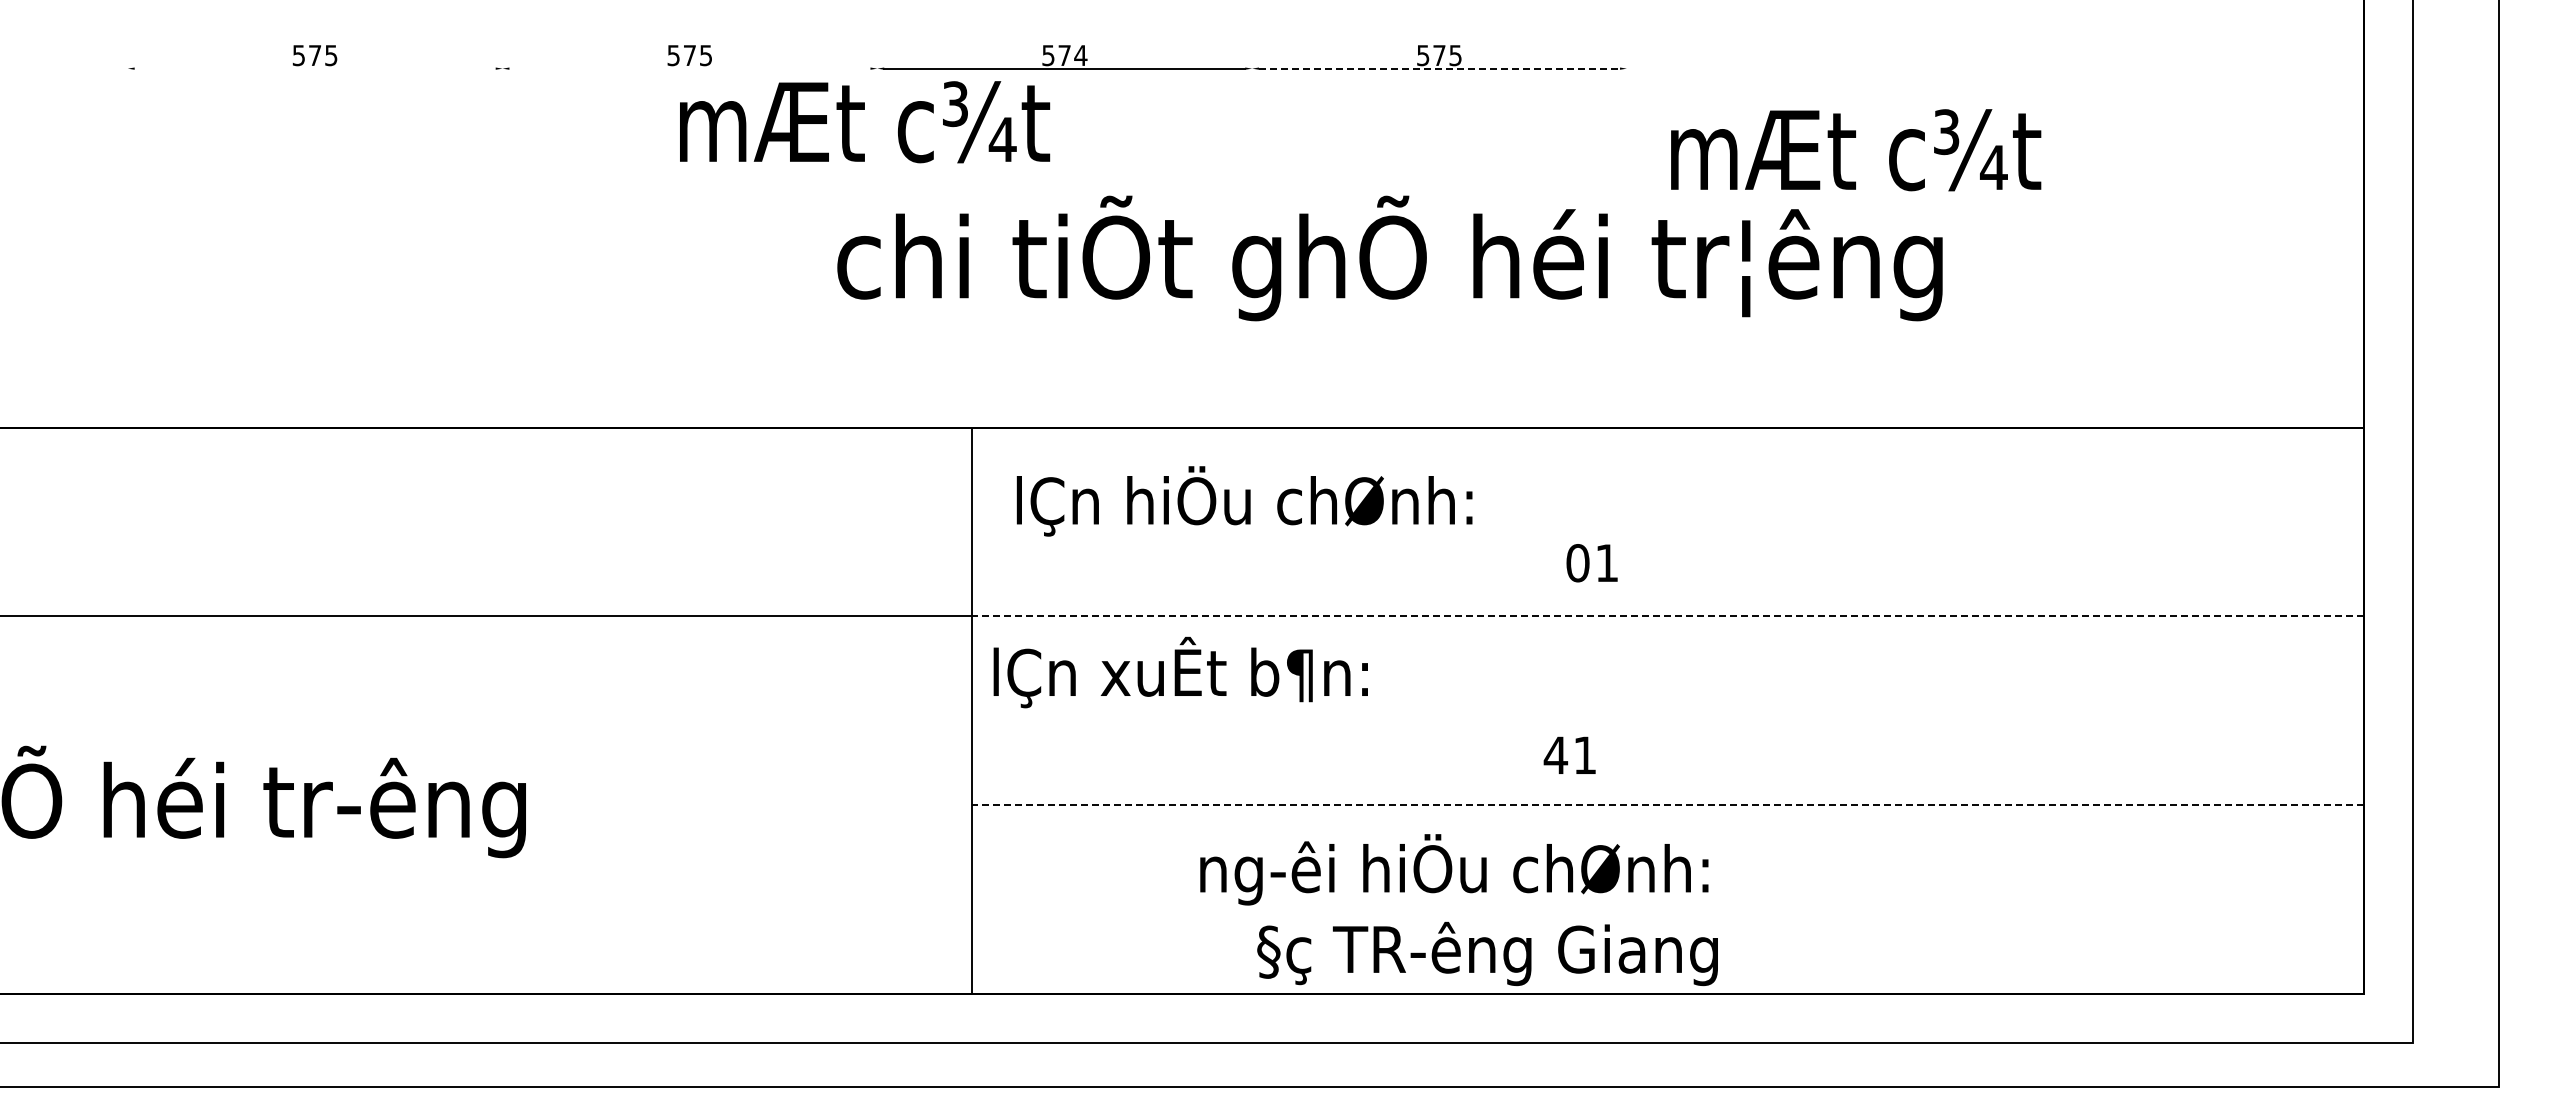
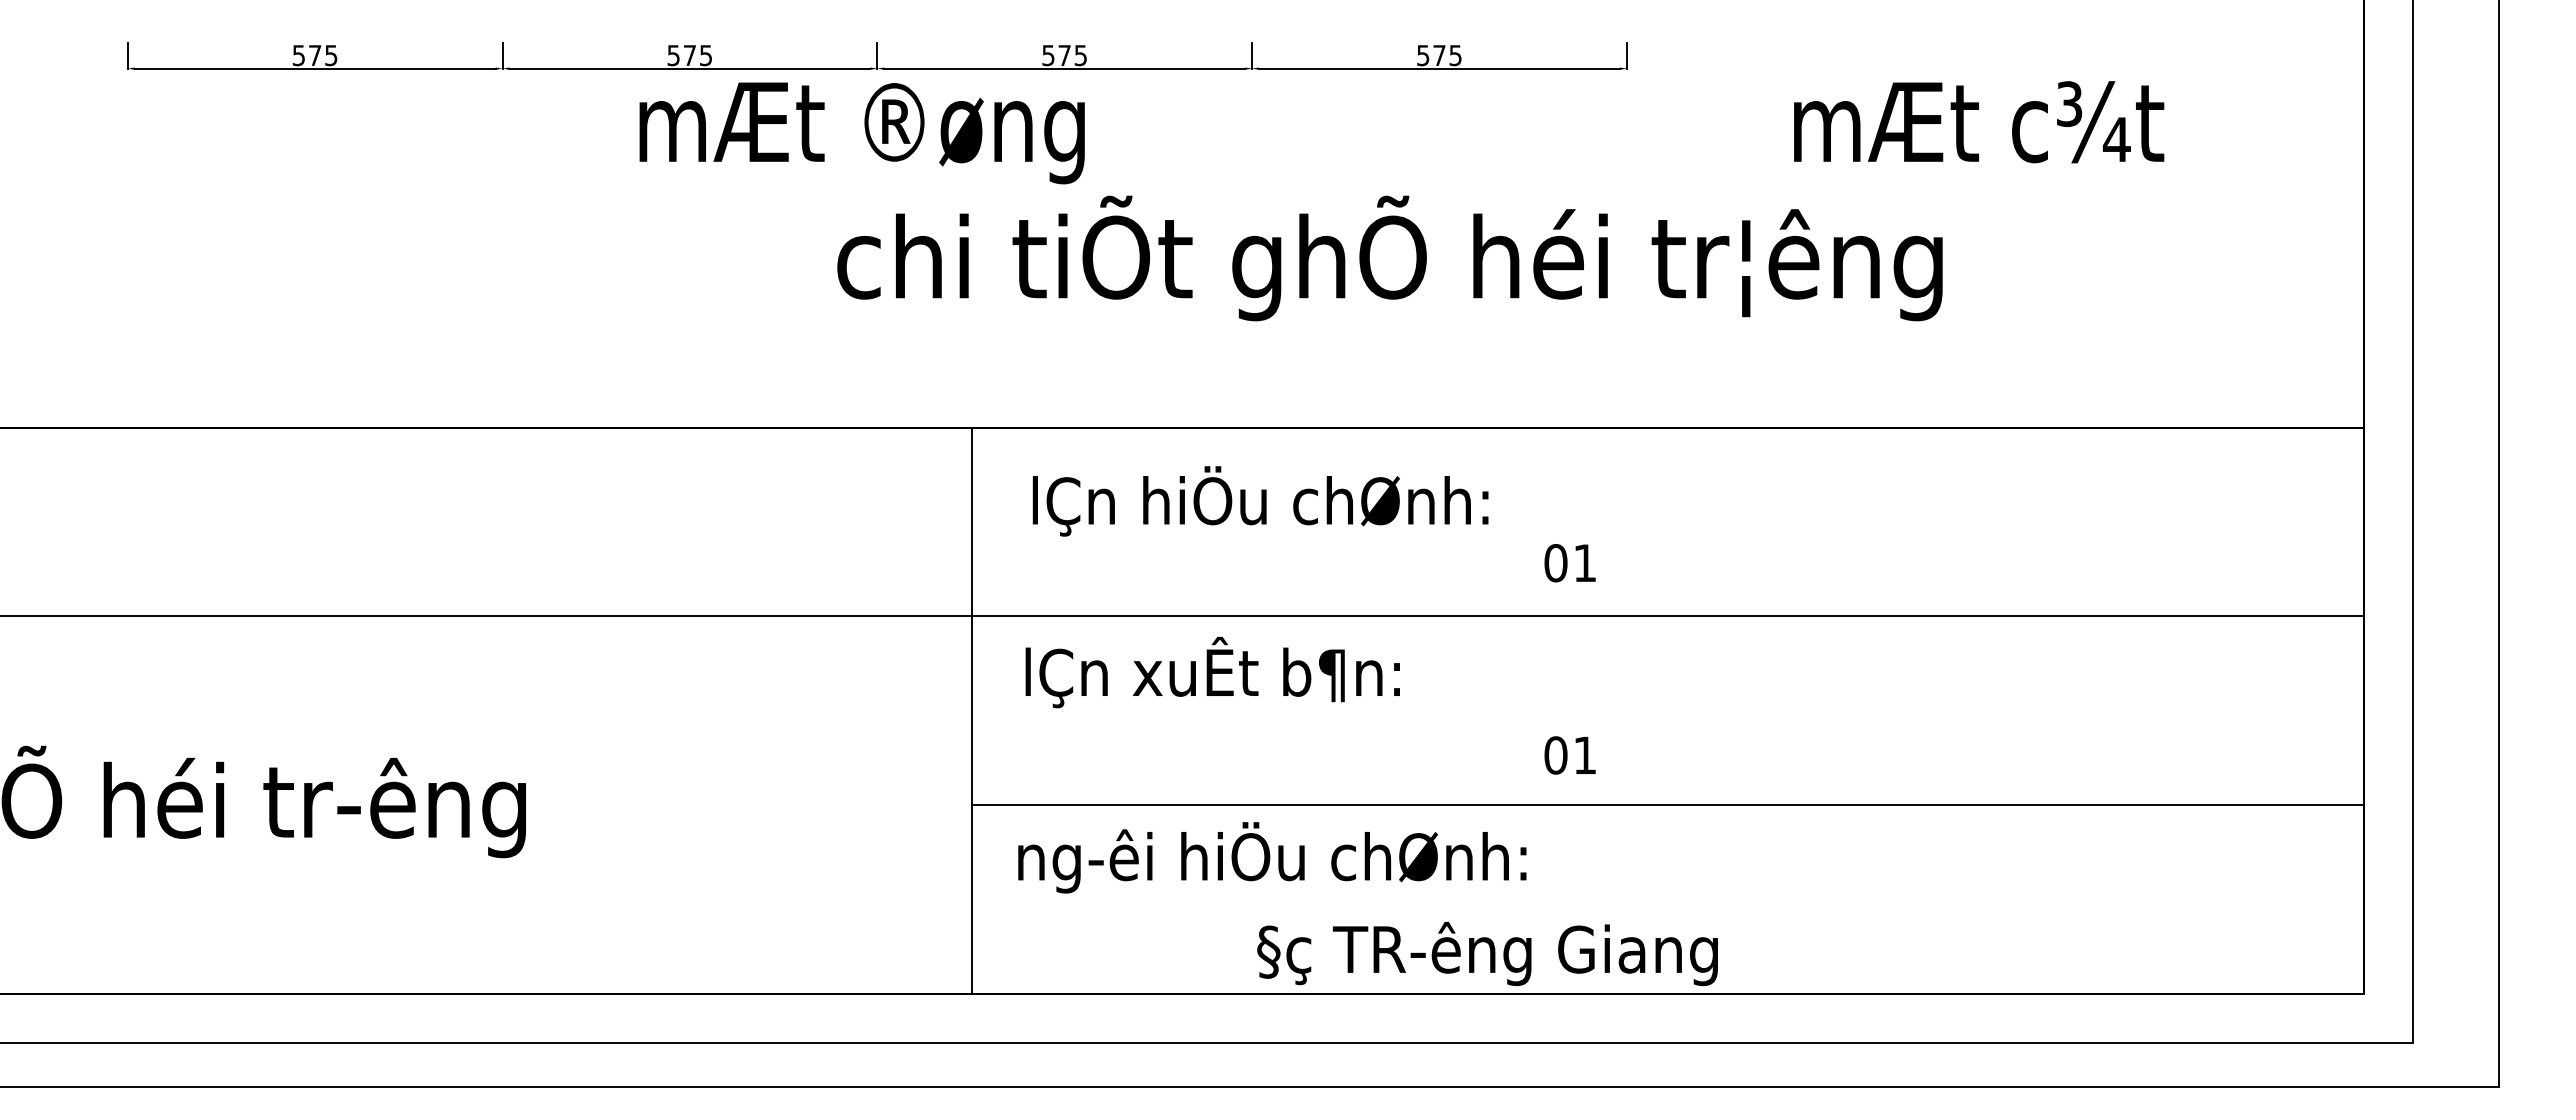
line at (127, 55): none -> present
line at (502, 55): none -> present
line at (877, 55): none -> present
text at (1080, 55): 574 -> 575
line at (1252, 55): none -> present
line at (1626, 55): none -> present
line at (314, 68): none -> present
line at (689, 68): none -> present
line at (1439, 68): dashed -> solid
text at (861, 132): mÆt c¾t -> mÆt ®øng
text at (1856, 150) position: (1856, 150) -> (1979, 122)
text at (1244, 501) position: (1244, 501) -> (1260, 501)
text at (1591, 563) position: (1591, 563) -> (1569, 563)
line at (1667, 616): dashed -> solid
text at (1180, 672) position: (1180, 672) -> (1212, 672)
text at (1555, 755): 41 -> 01
line at (1667, 805): dashed -> solid
text at (1454, 869) position: (1454, 869) -> (1272, 857)
